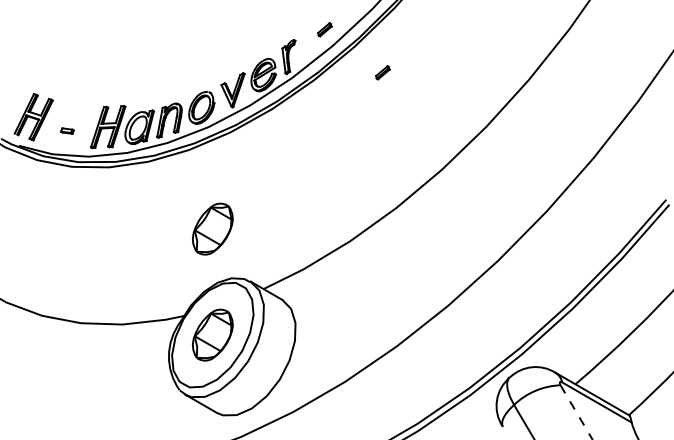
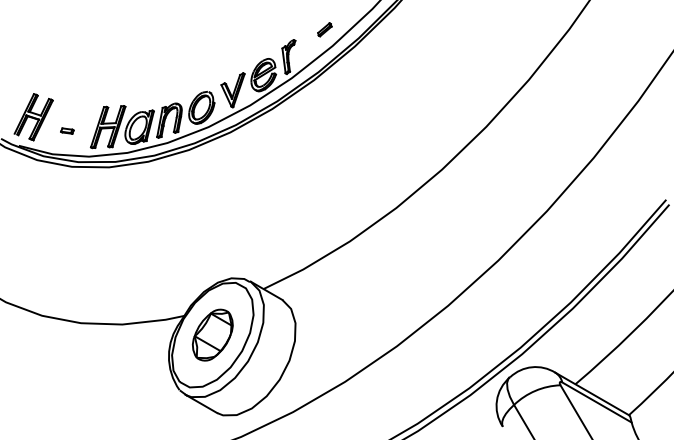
part at (382, 72): present -> none
part at (212, 228): present -> none
line at (576, 412): dashed -> solid
